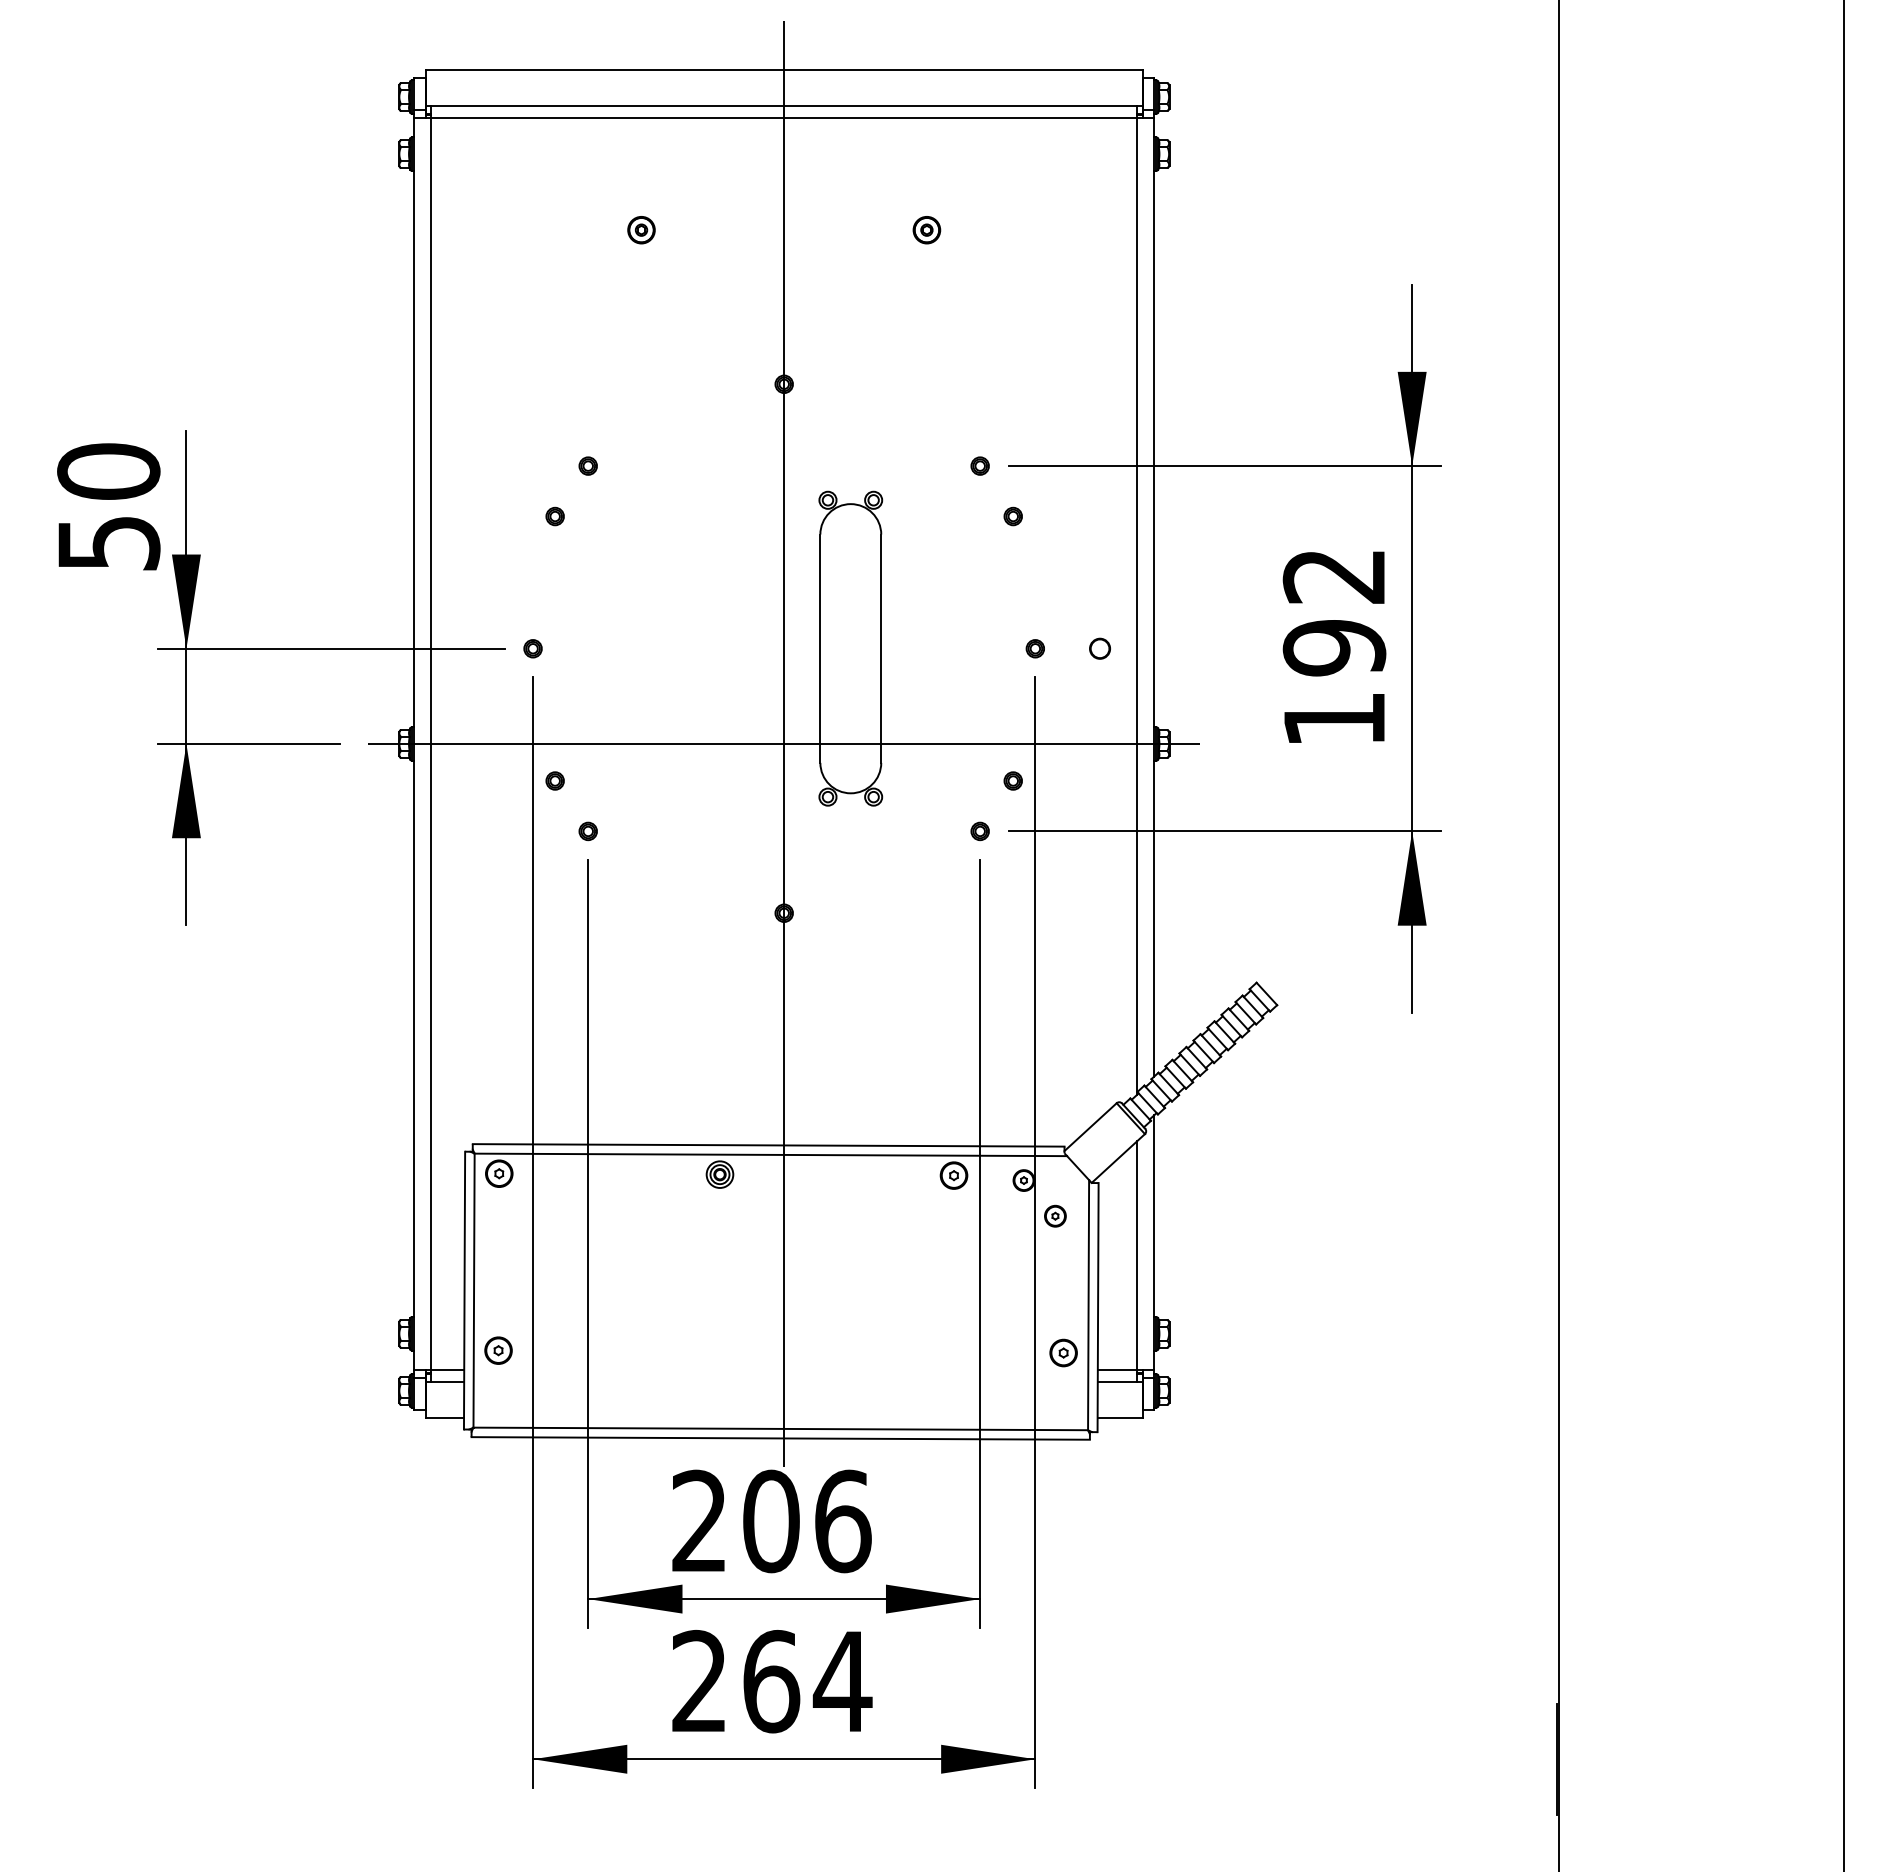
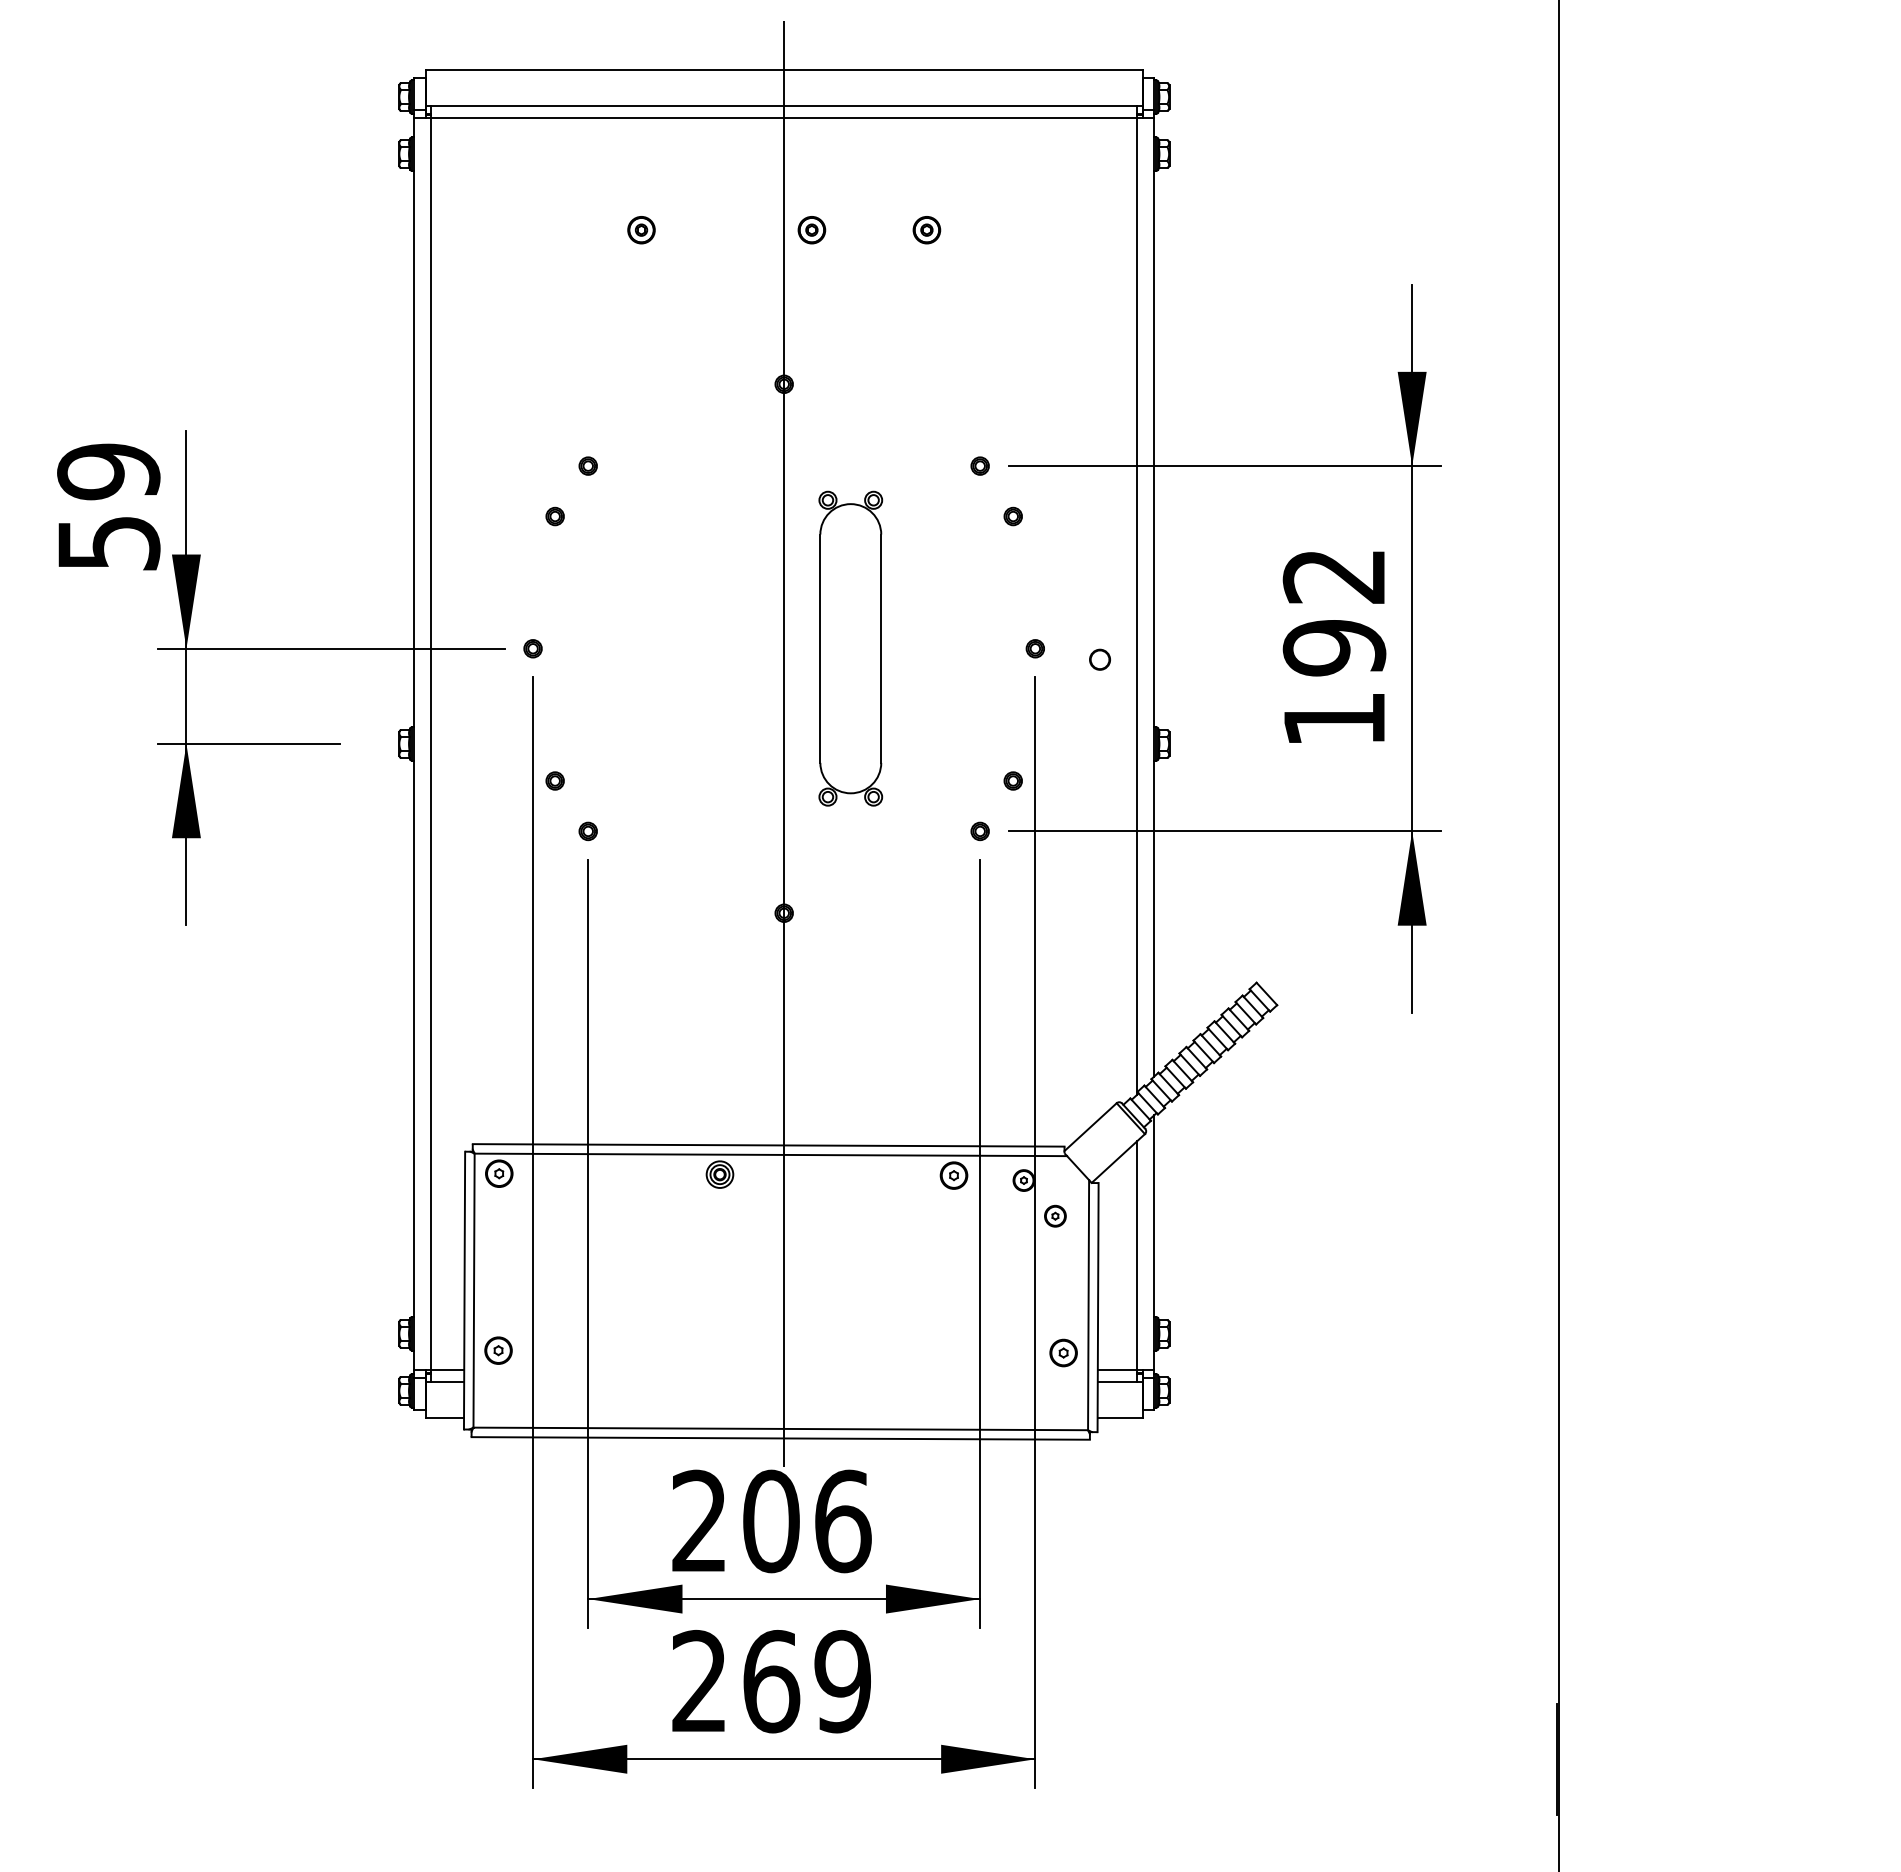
part at (811, 230): none -> present
text at (108, 471): 50 -> 59
circle at (1099, 648) position: (1099, 648) -> (1099, 659)
line at (783, 743): present -> none
line at (1843, 935): present -> none
text at (842, 1681): 264 -> 269
